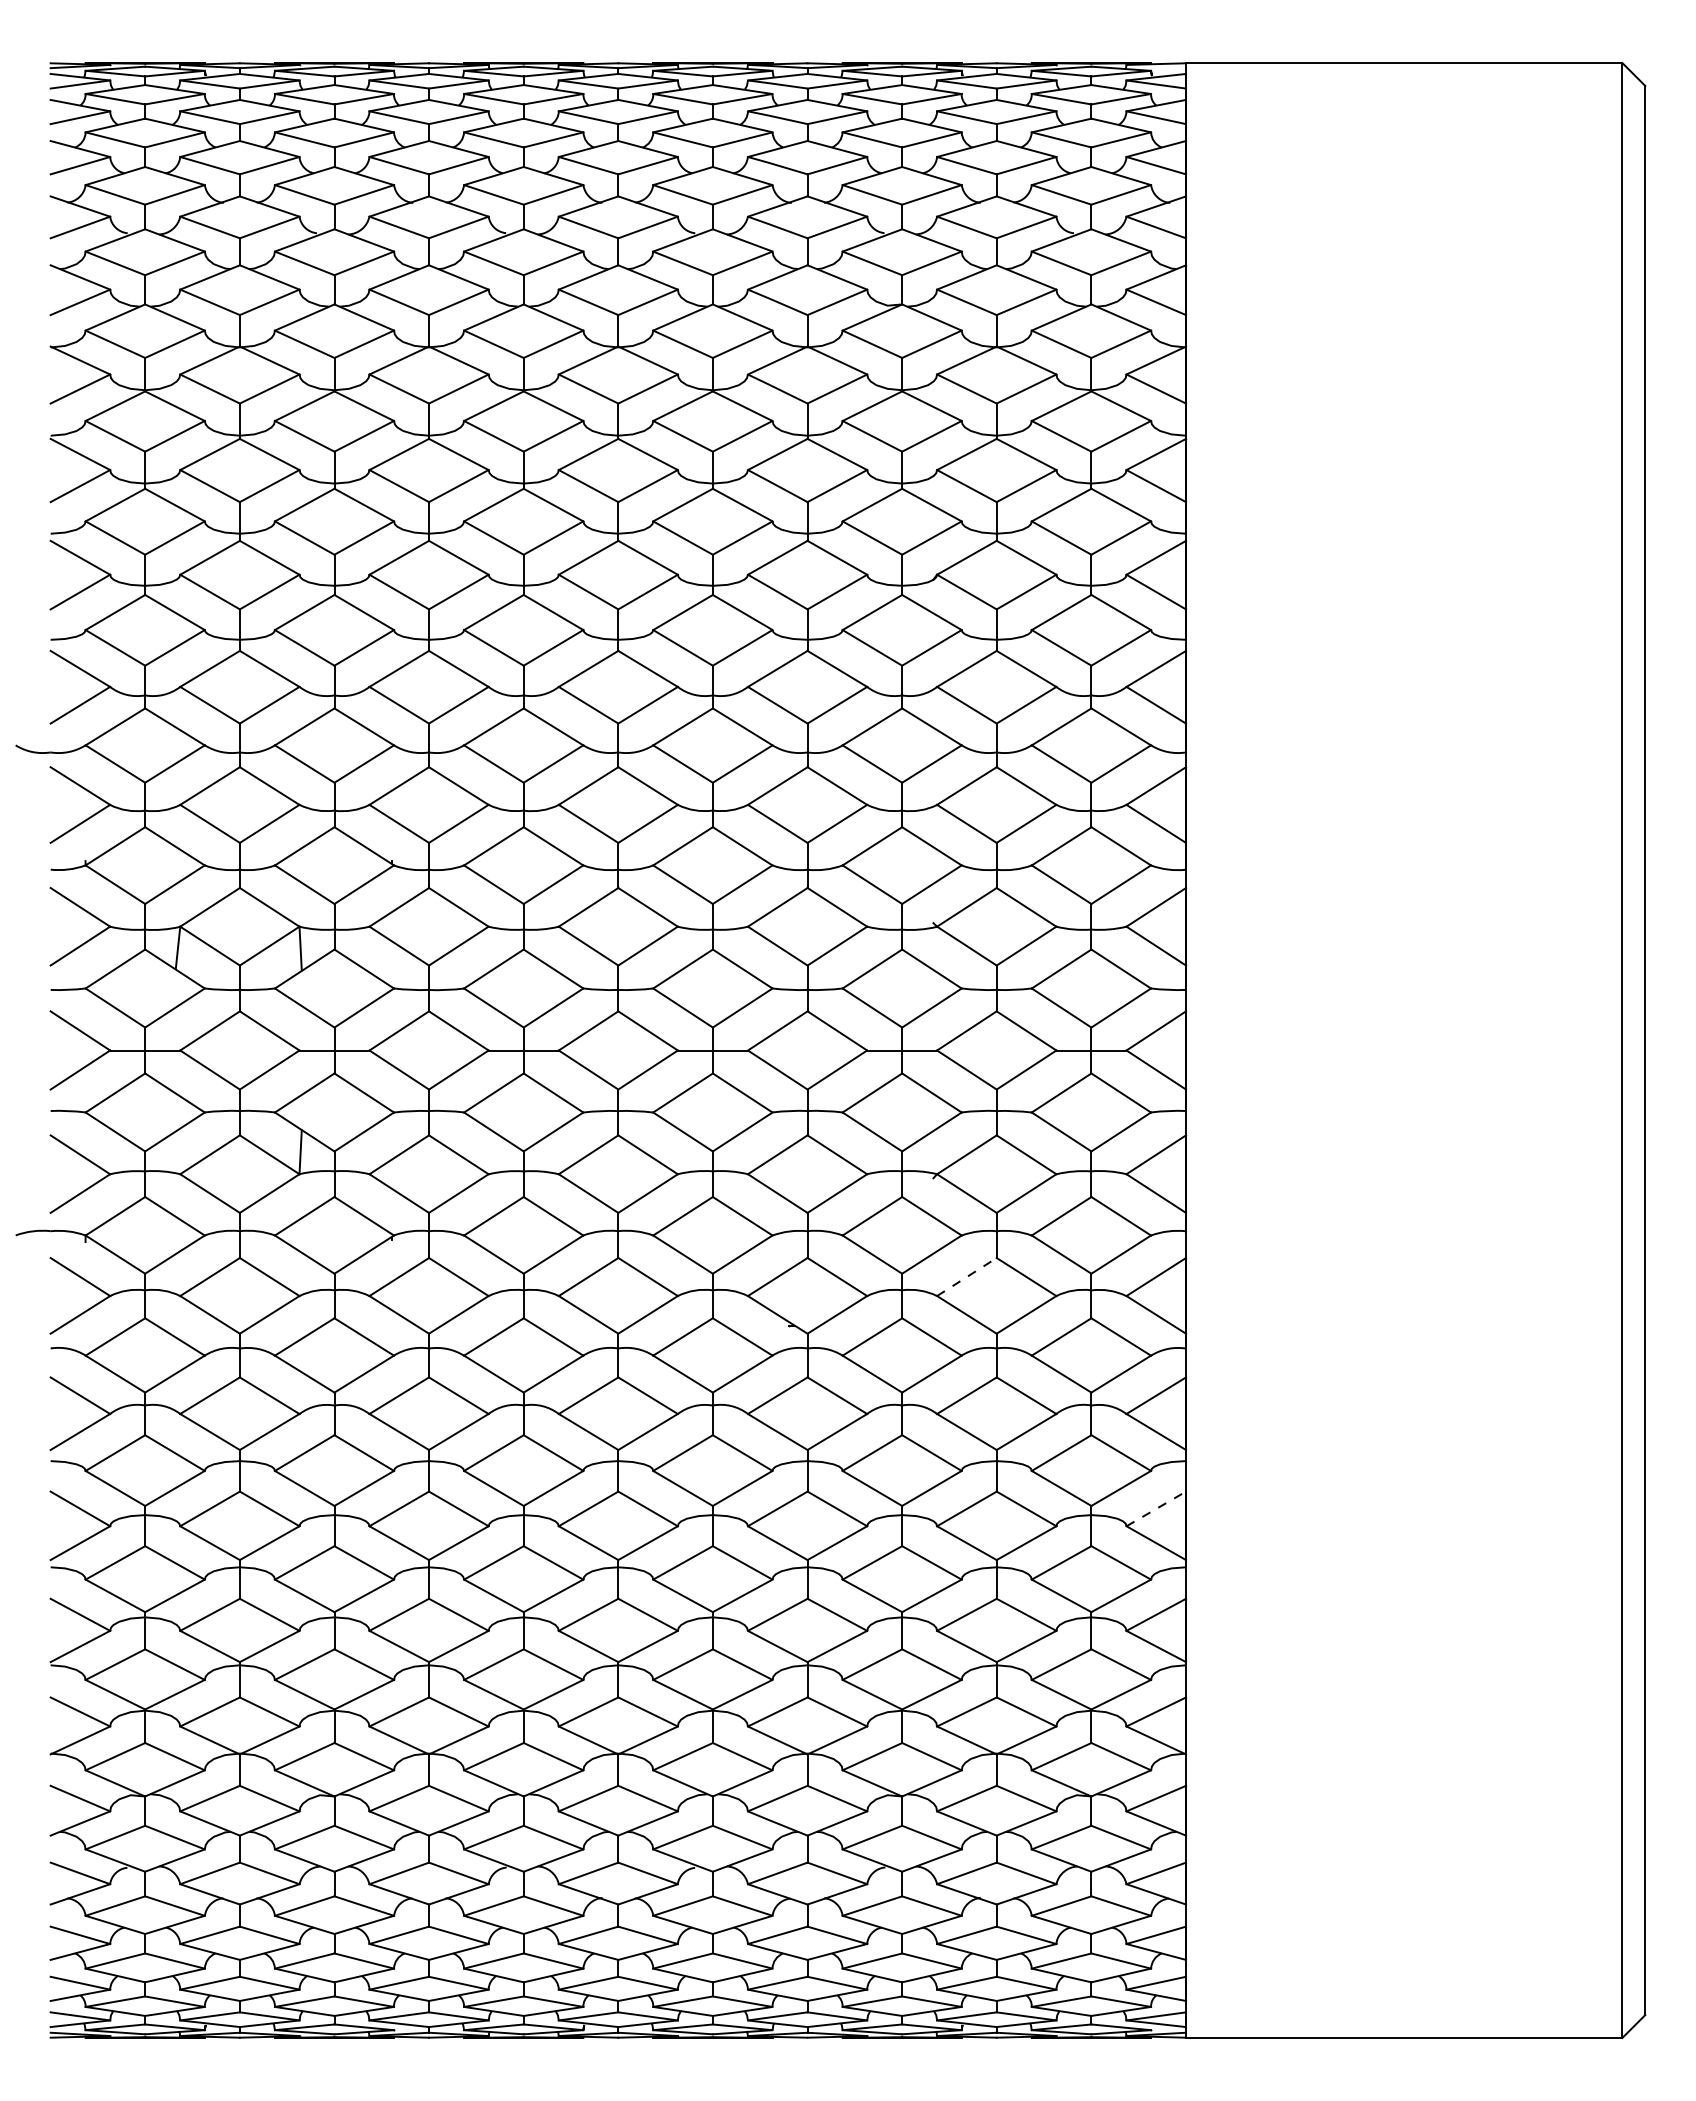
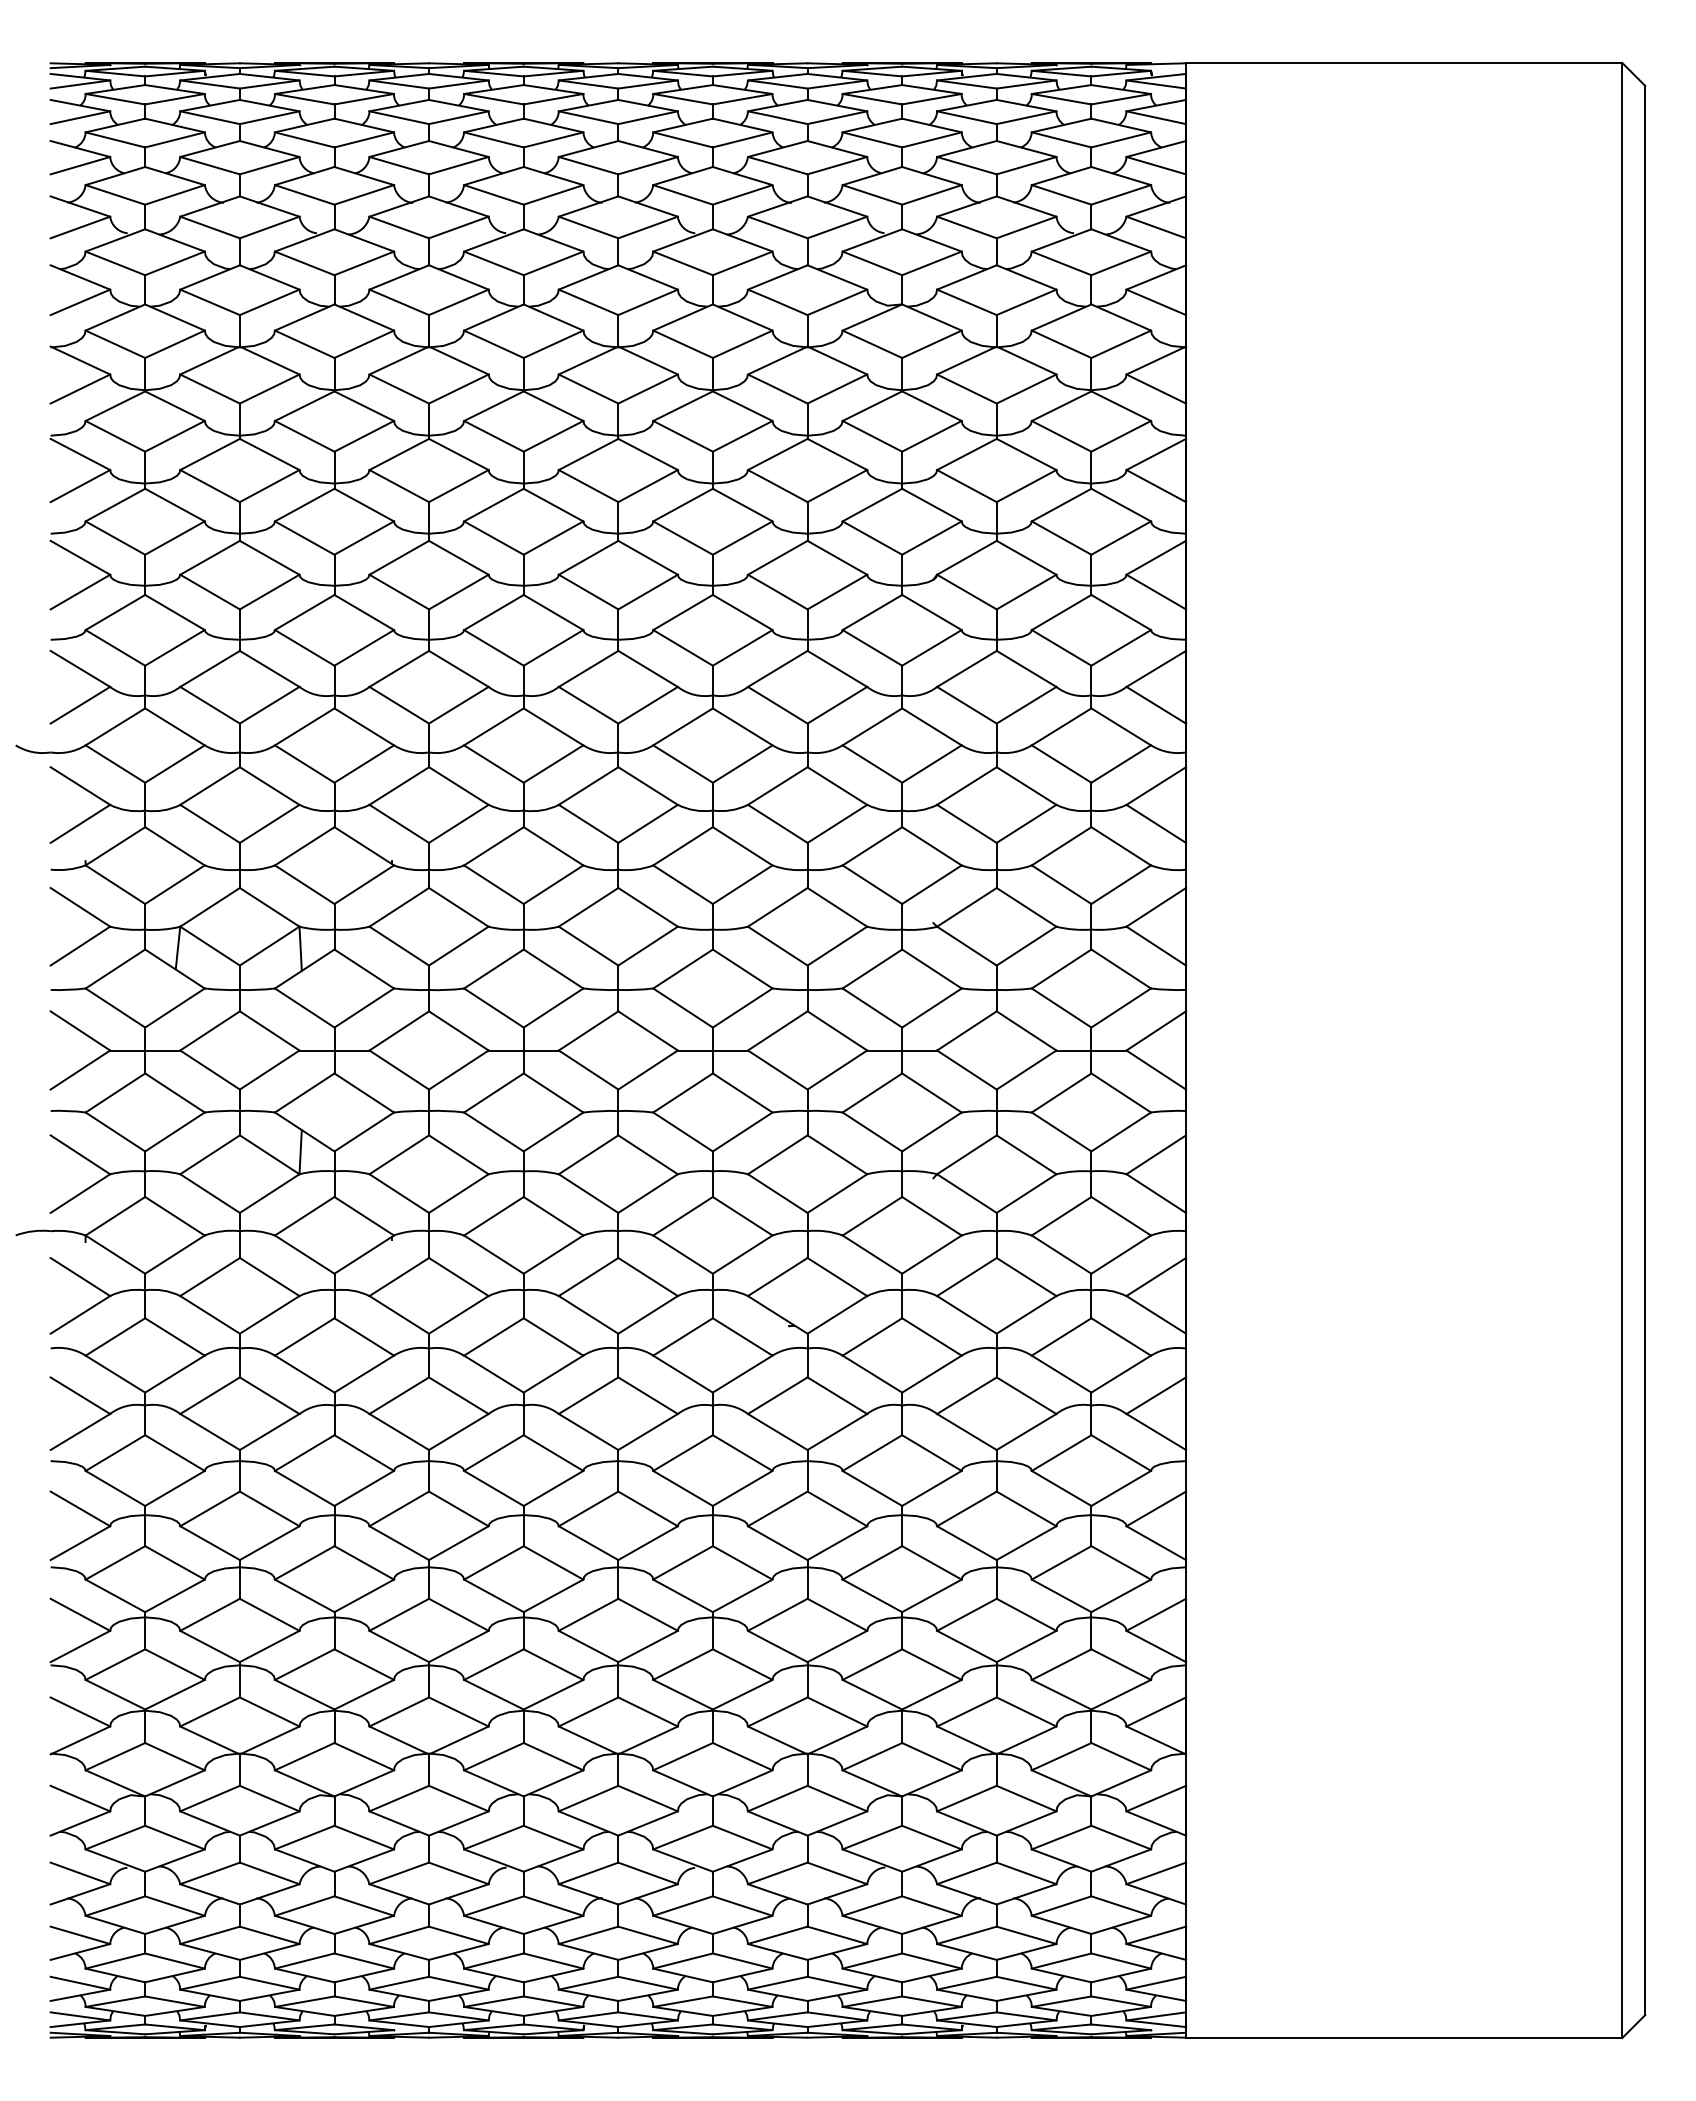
line at (967, 1276): dashed -> solid
line at (1156, 1508): dashed -> solid
